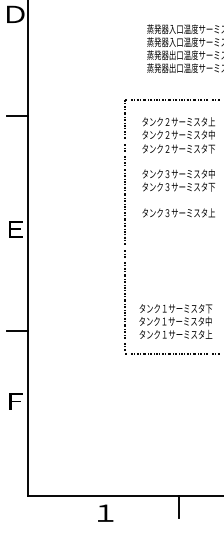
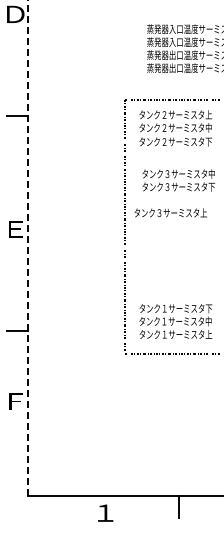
text at (178, 135) position: (178, 135) -> (175, 128)
text at (178, 212) position: (178, 212) -> (170, 212)
line at (28, 248): solid -> dashed
